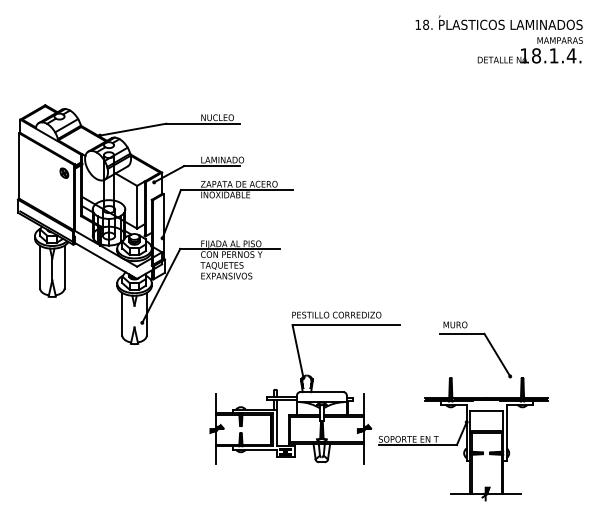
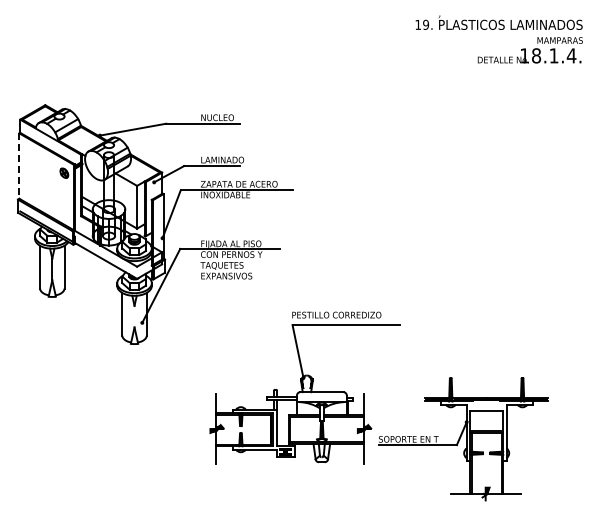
text at (426, 24): 18. -> 19.
line at (19, 166): solid -> dashed
part at (488, 342): present -> none
